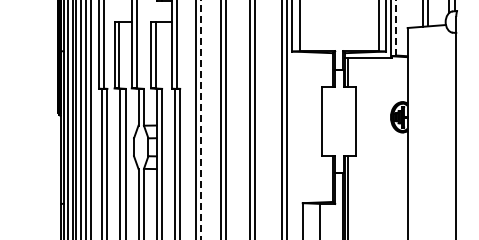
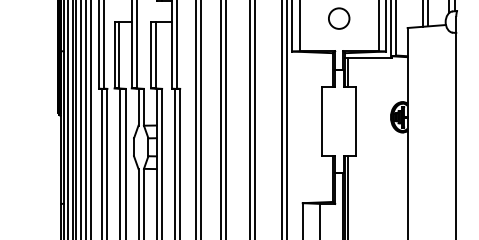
circle at (339, 18): none -> present
line at (396, 28): dashed -> solid
line at (200, 119): dashed -> solid
